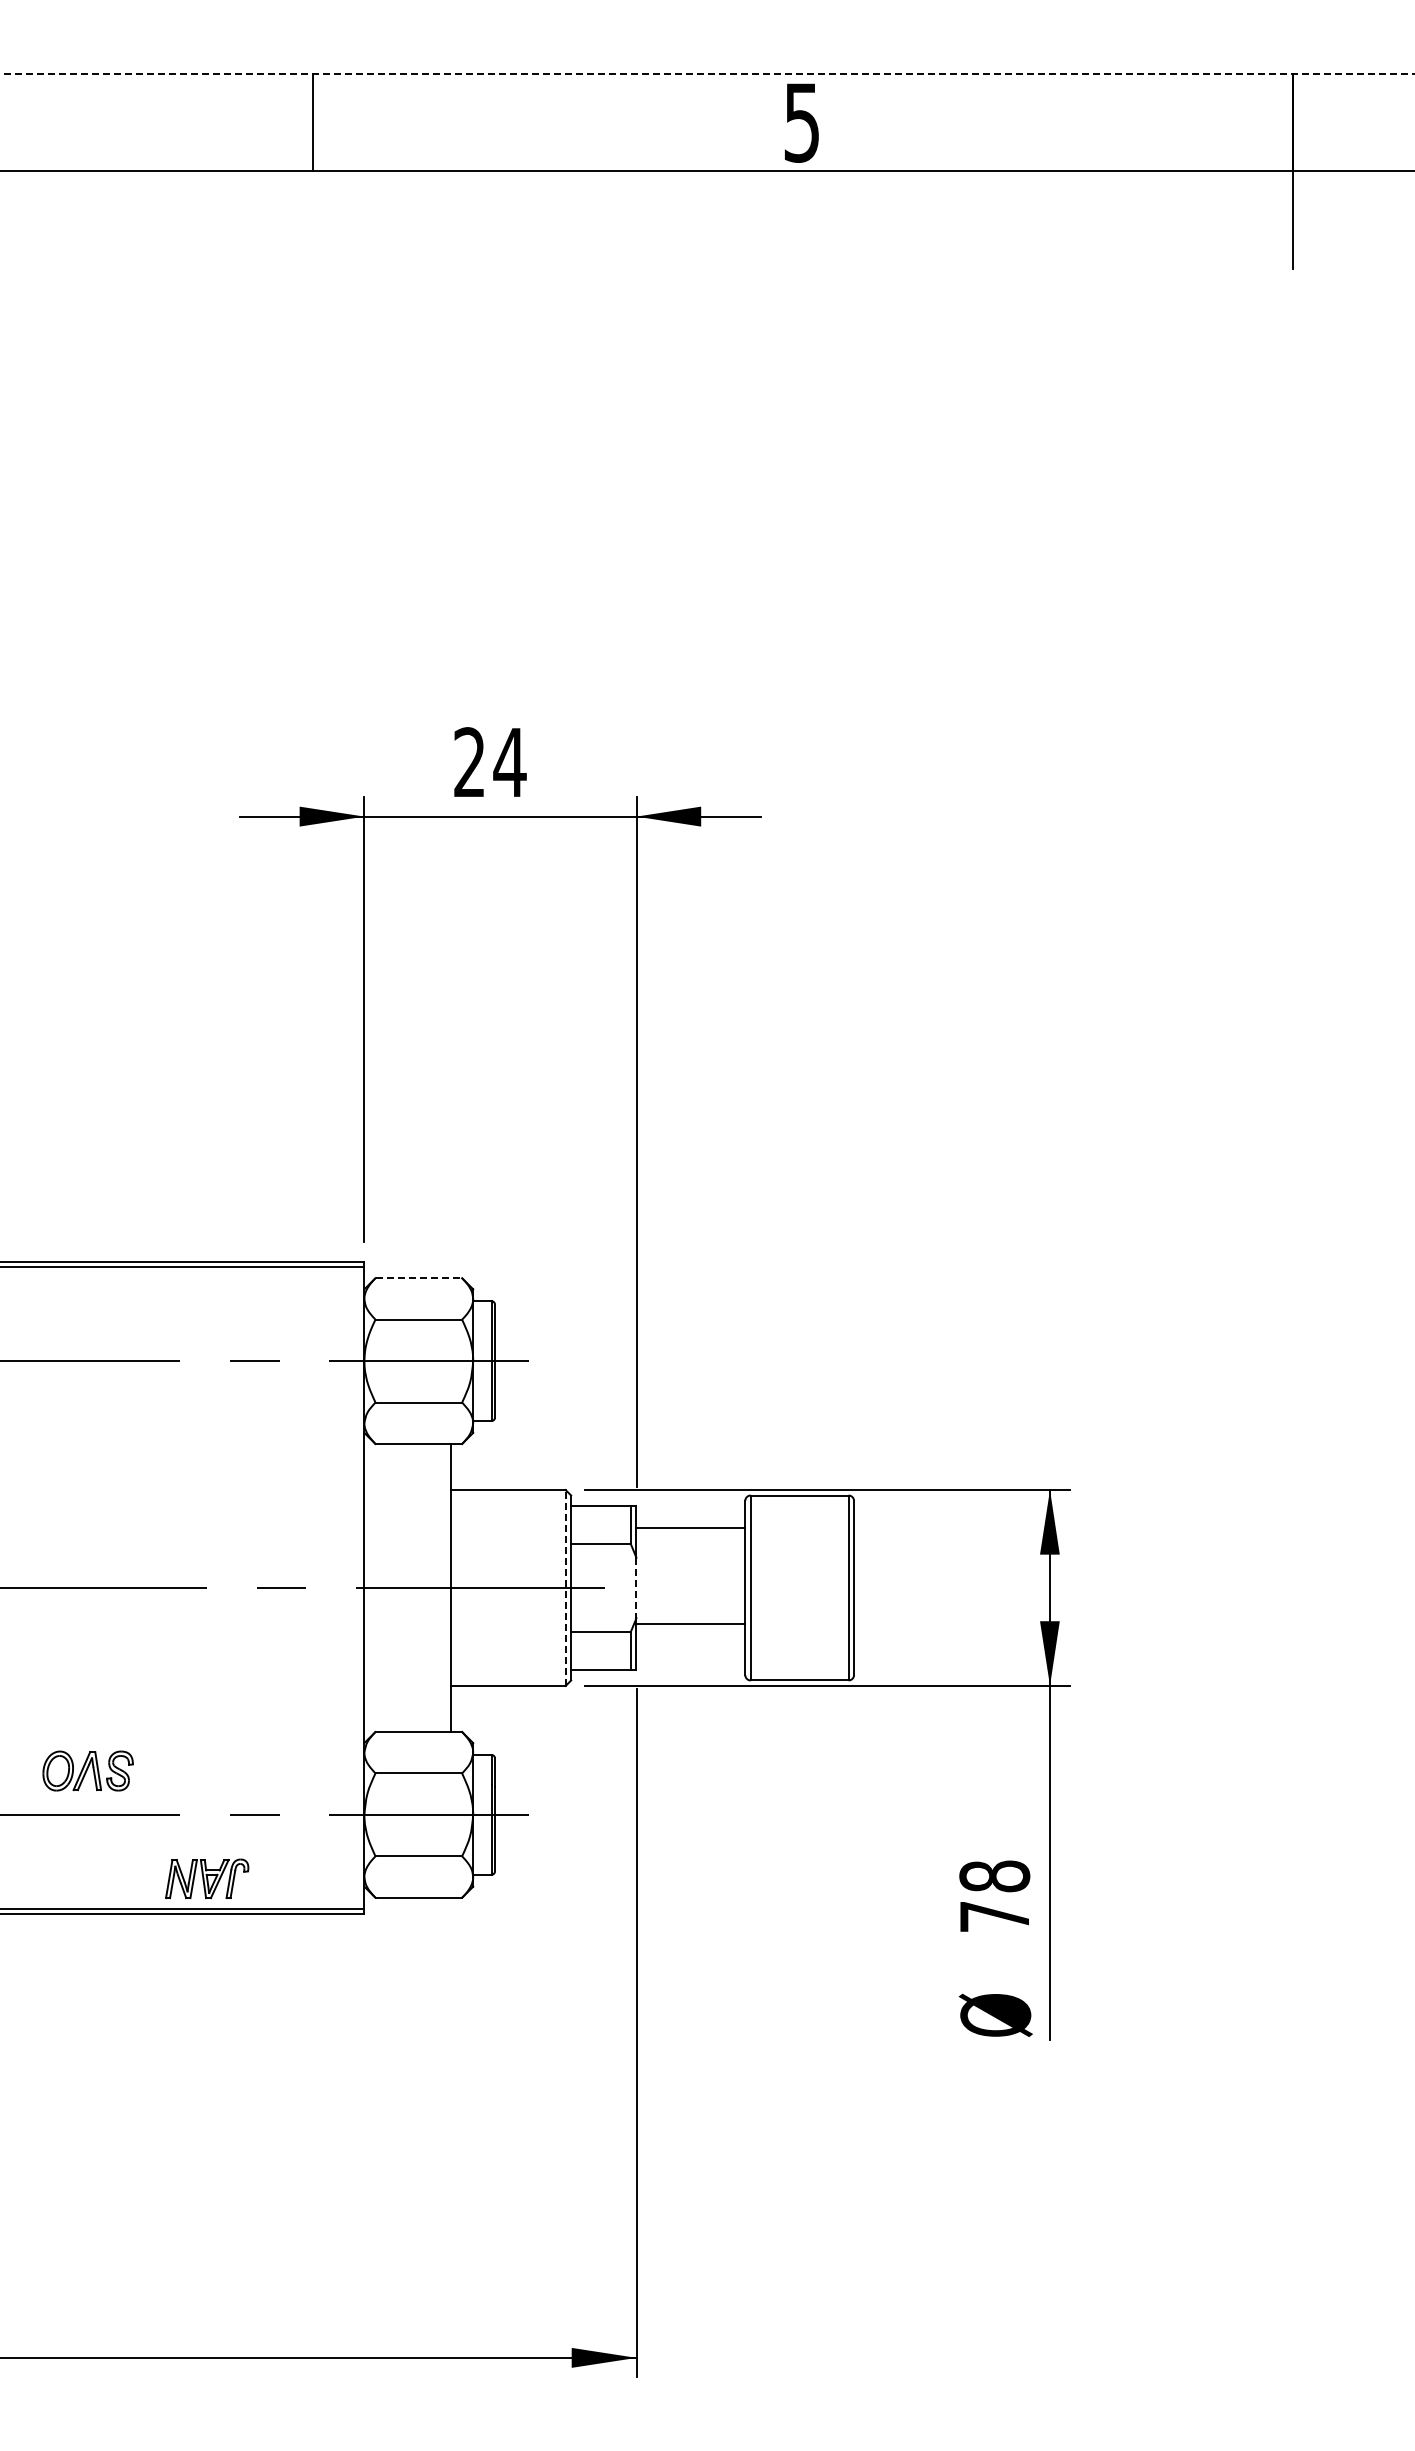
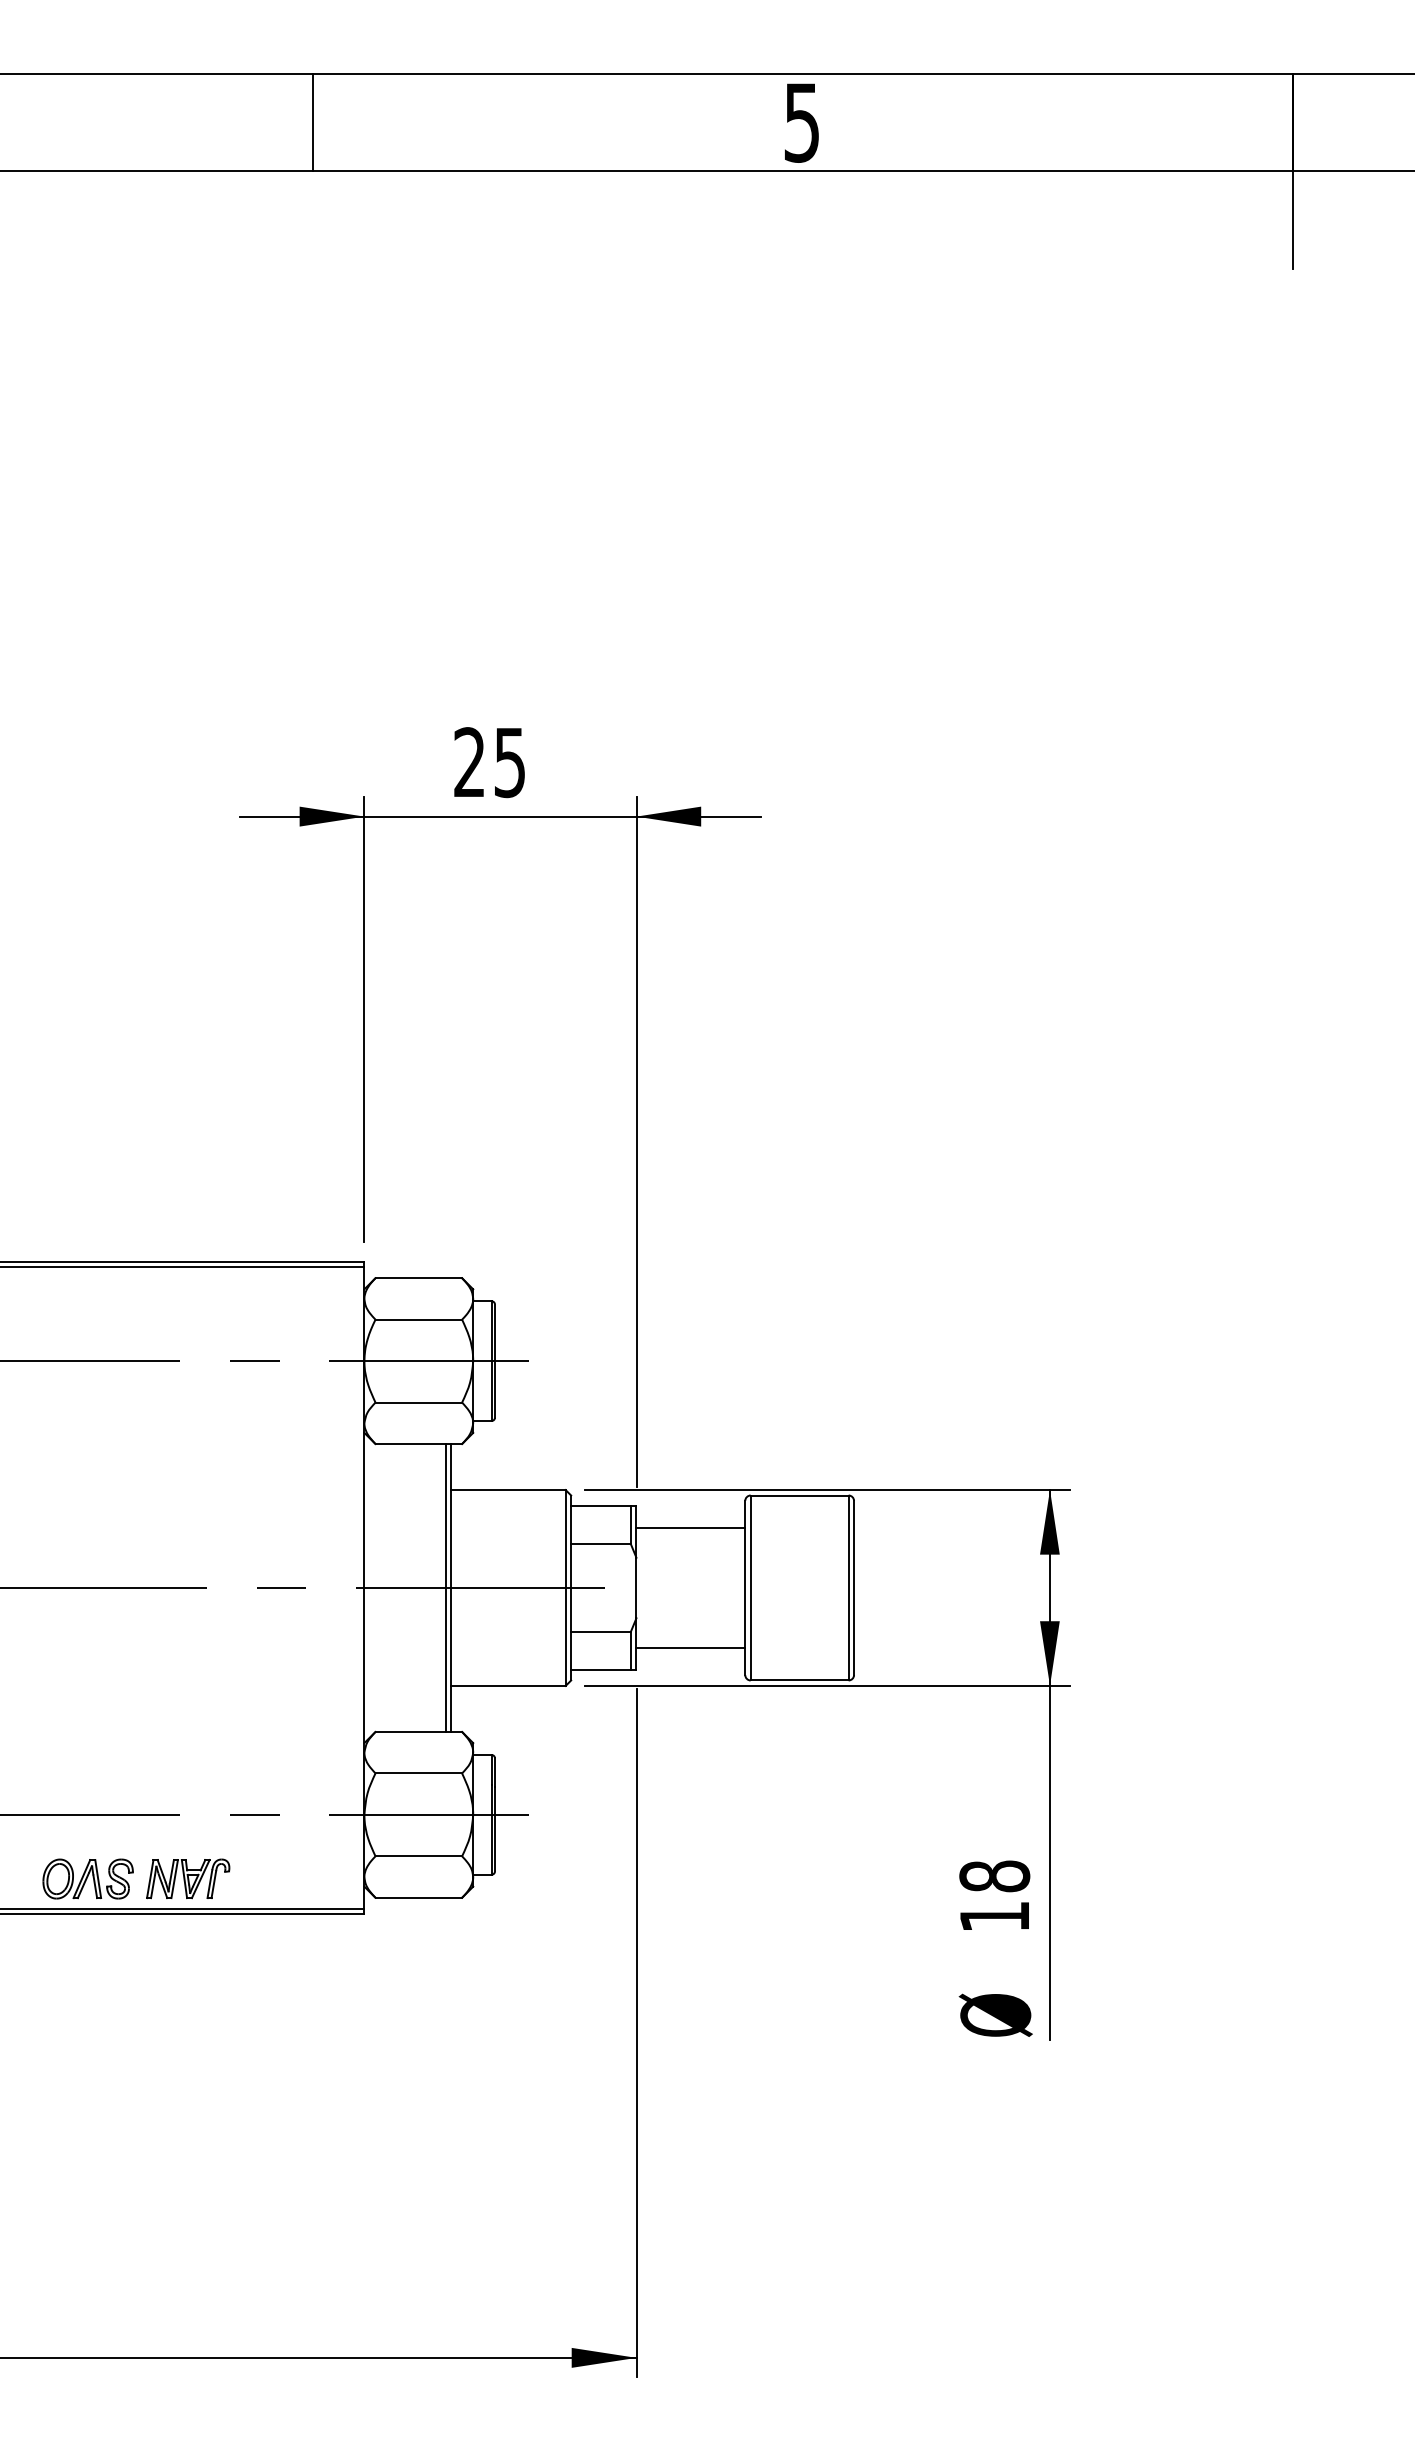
line at (708, 73): dashed -> solid
text at (509, 763): 24 -> 25
line at (419, 1278): dashed -> solid
line at (446, 1587): none -> present
line at (565, 1588): dashed -> solid
line at (636, 1588): dashed -> solid
line at (690, 1623) position: (690, 1623) -> (690, 1647)
part at (87, 1770) position: (87, 1770) -> (87, 1878)
part at (207, 1878) position: (207, 1878) -> (188, 1878)
text at (994, 1916): 78 -> 18
